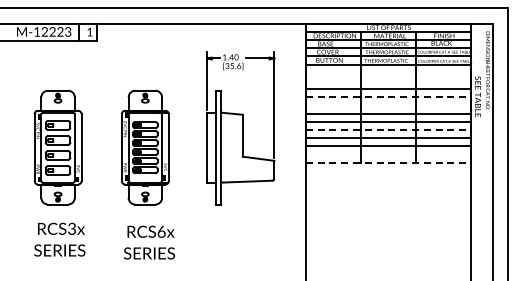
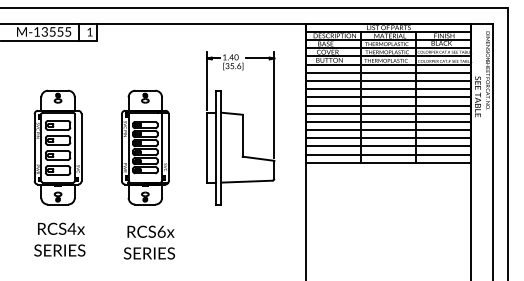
text at (56, 31): M-12223 -> M-13555
line at (388, 72): none -> present
line at (388, 81): none -> present
line at (388, 97): dashed -> solid
line at (388, 105): none -> present
line at (388, 130): dashed -> solid
line at (388, 154): none -> present
line at (388, 162): dashed -> solid
text at (71, 228): RCS3x -> RCS4x
